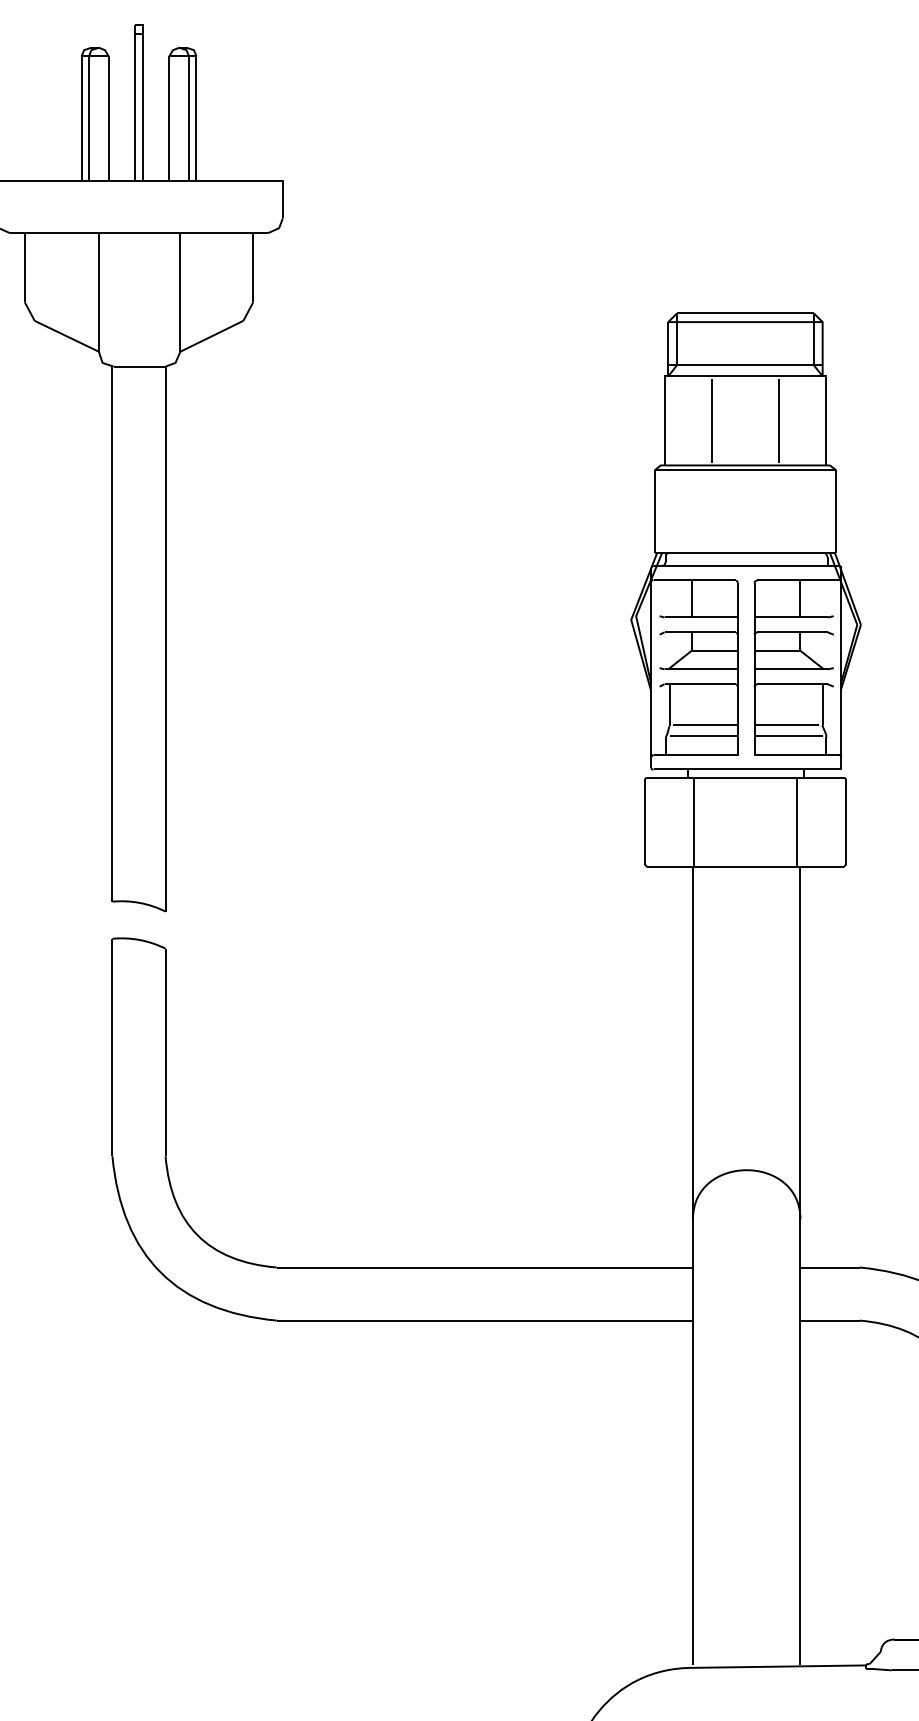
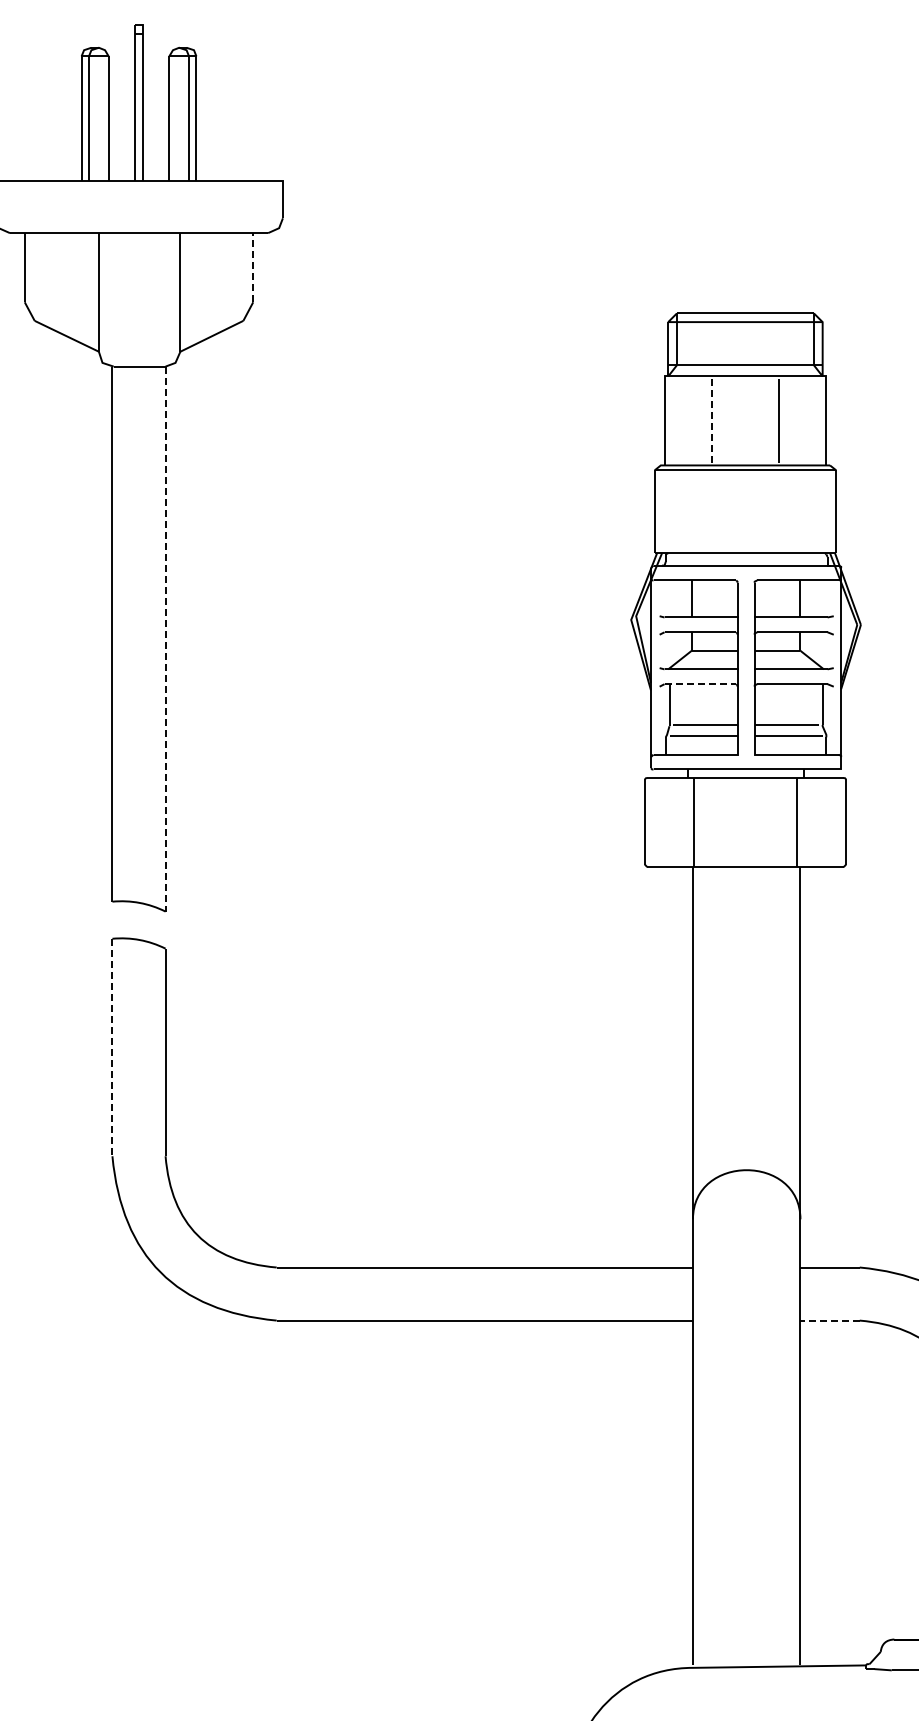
line at (253, 267): solid -> dashed
line at (711, 420): solid -> dashed
line at (165, 639): solid -> dashed
line at (700, 684): solid -> dashed
line at (112, 1047): solid -> dashed
line at (830, 1320): solid -> dashed
